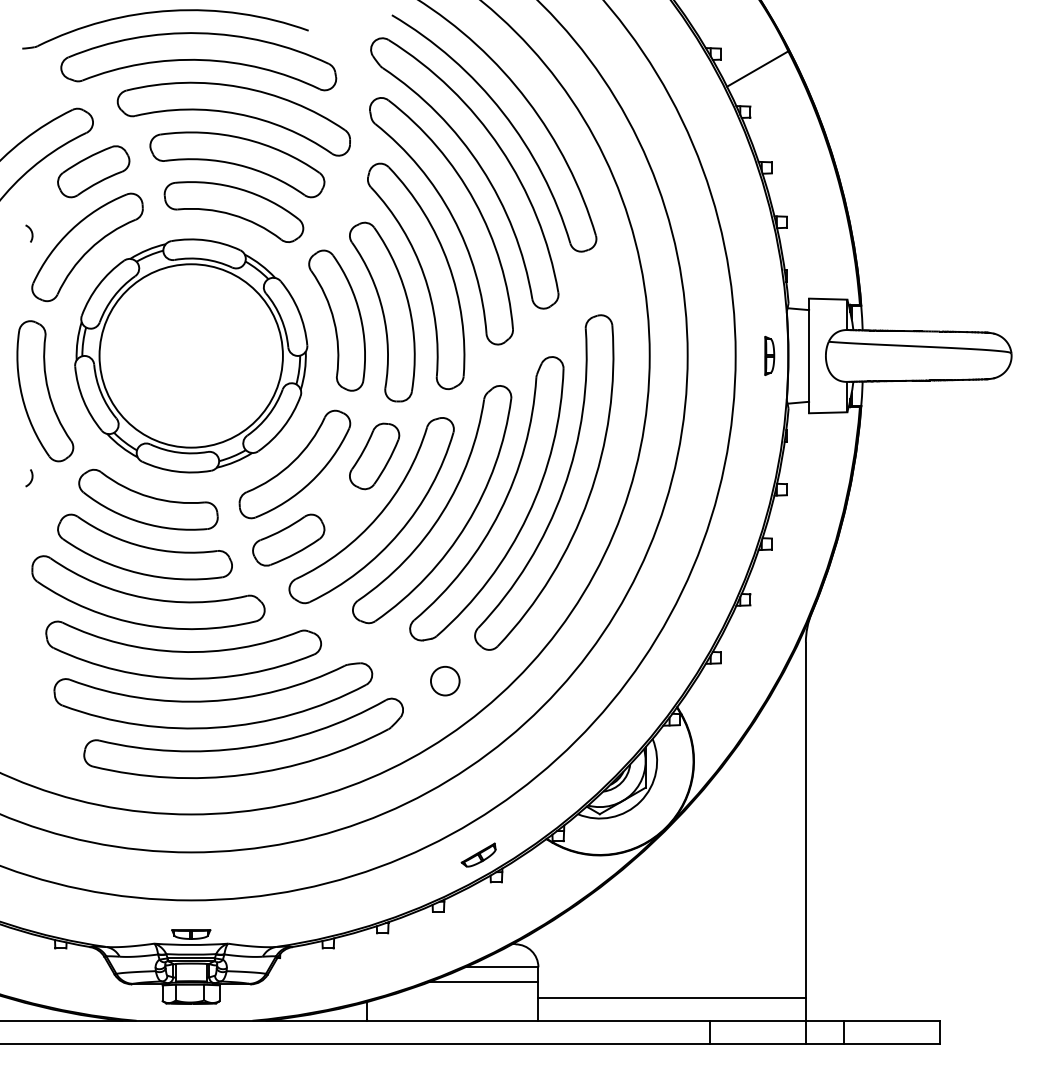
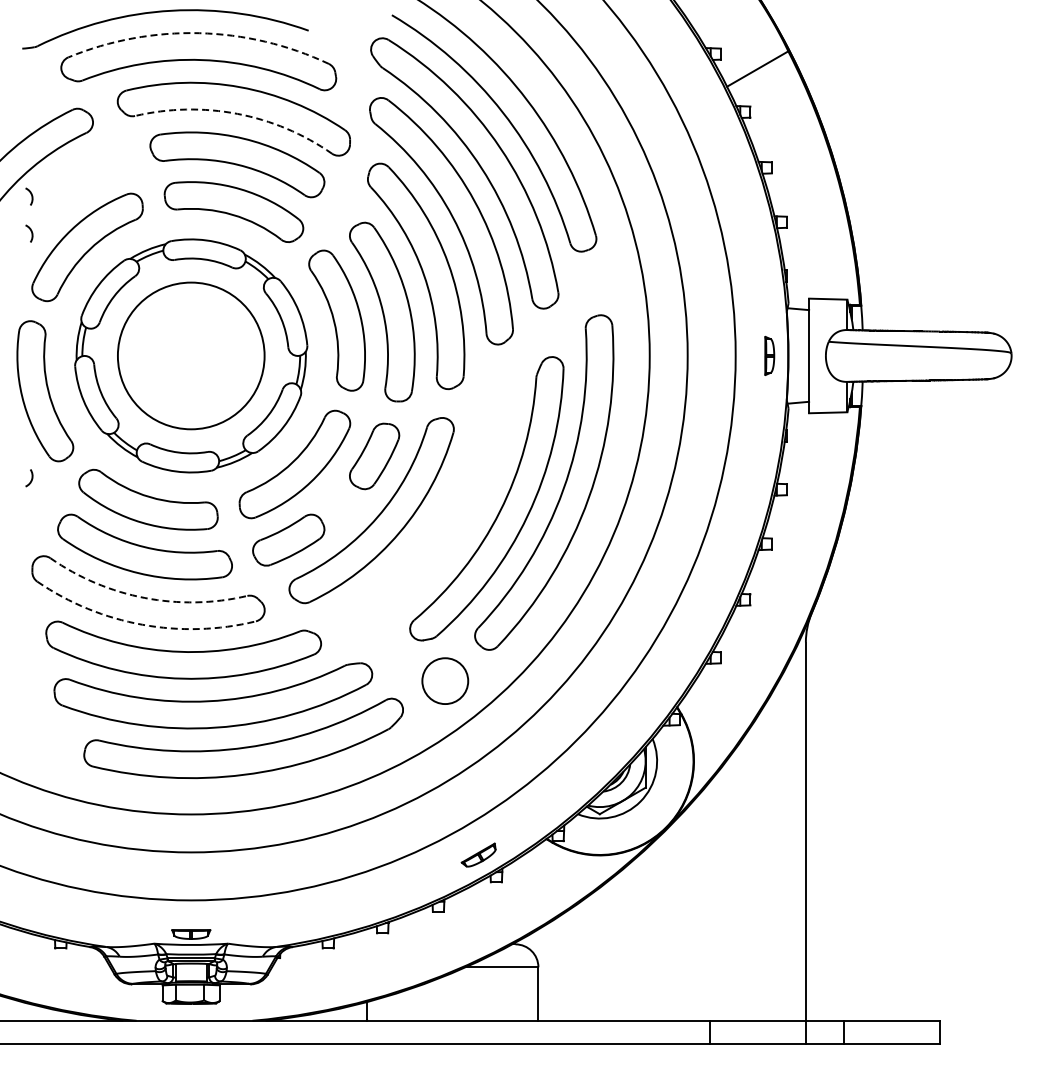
arc at (199, 33): solid -> dashed
arc at (237, 113): solid -> dashed
part at (93, 171): present -> none
arc at (31, 196): none -> present
circle at (190, 355) diameter: 183 px -> 147 px
part at (442, 510): present -> none
arc at (144, 598): solid -> dashed
arc at (142, 624): solid -> dashed
circle at (444, 680) diameter: 29 px -> 46 px
line at (483, 981): present -> none
line at (671, 997): present -> none
